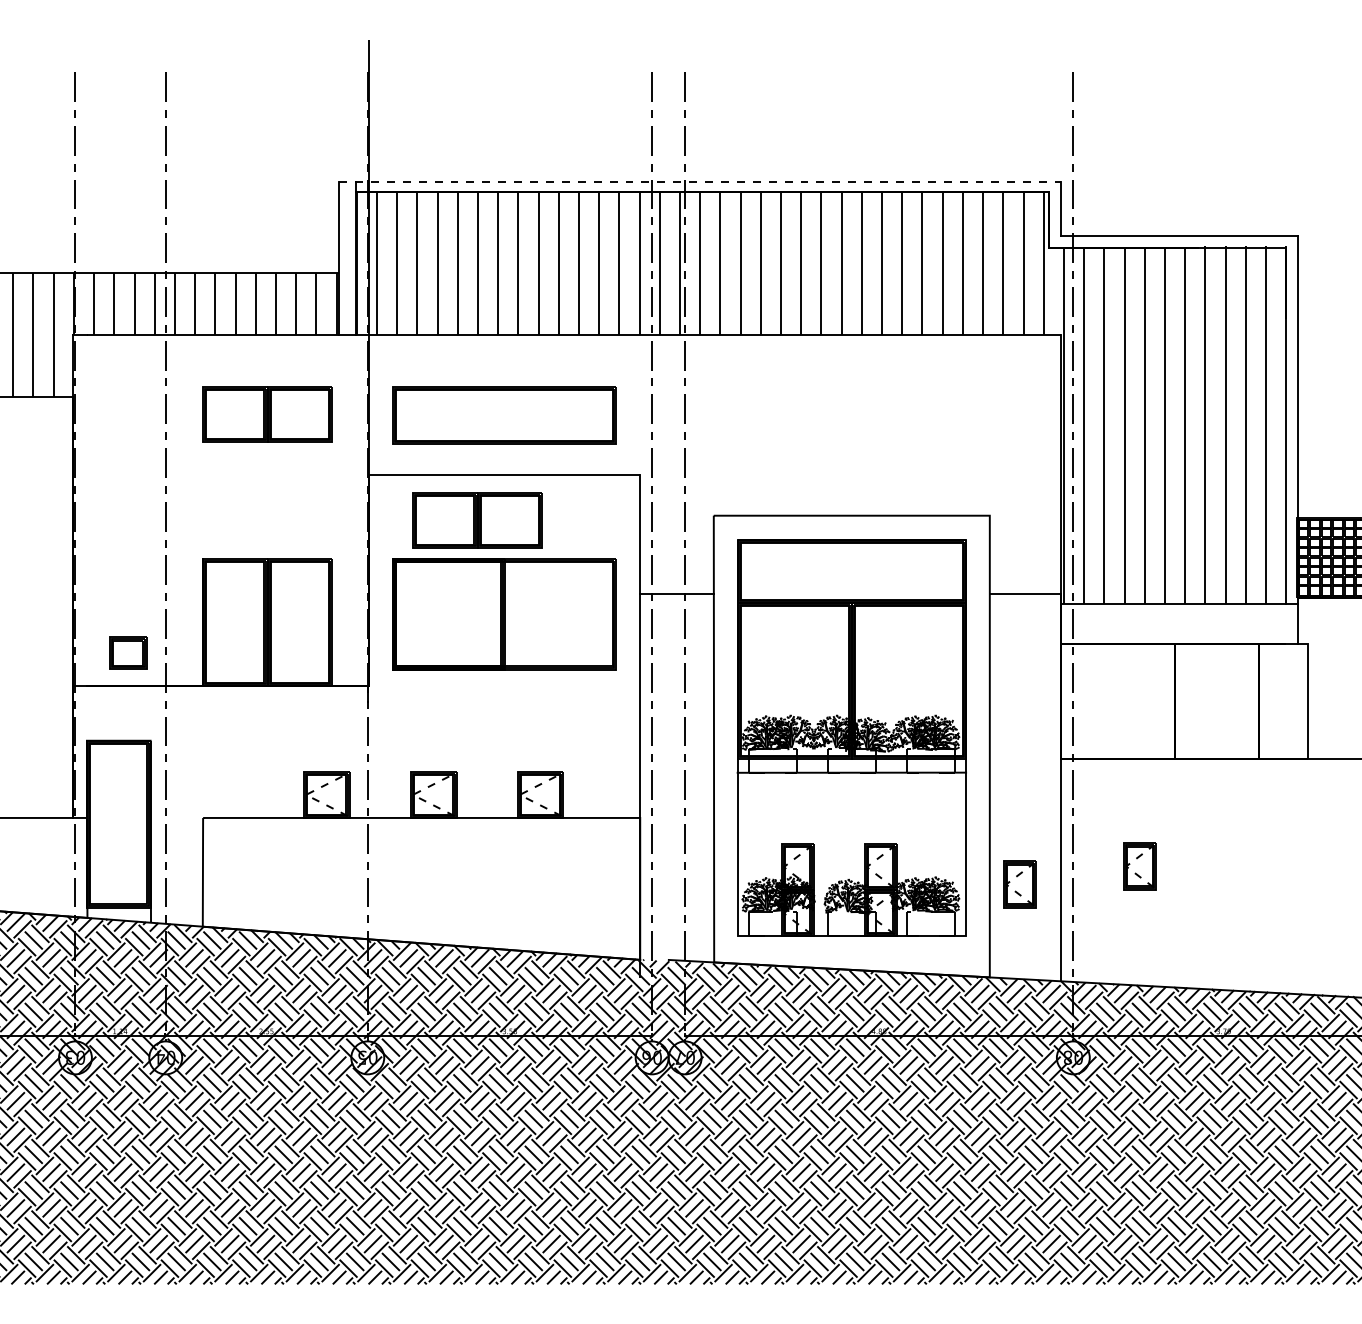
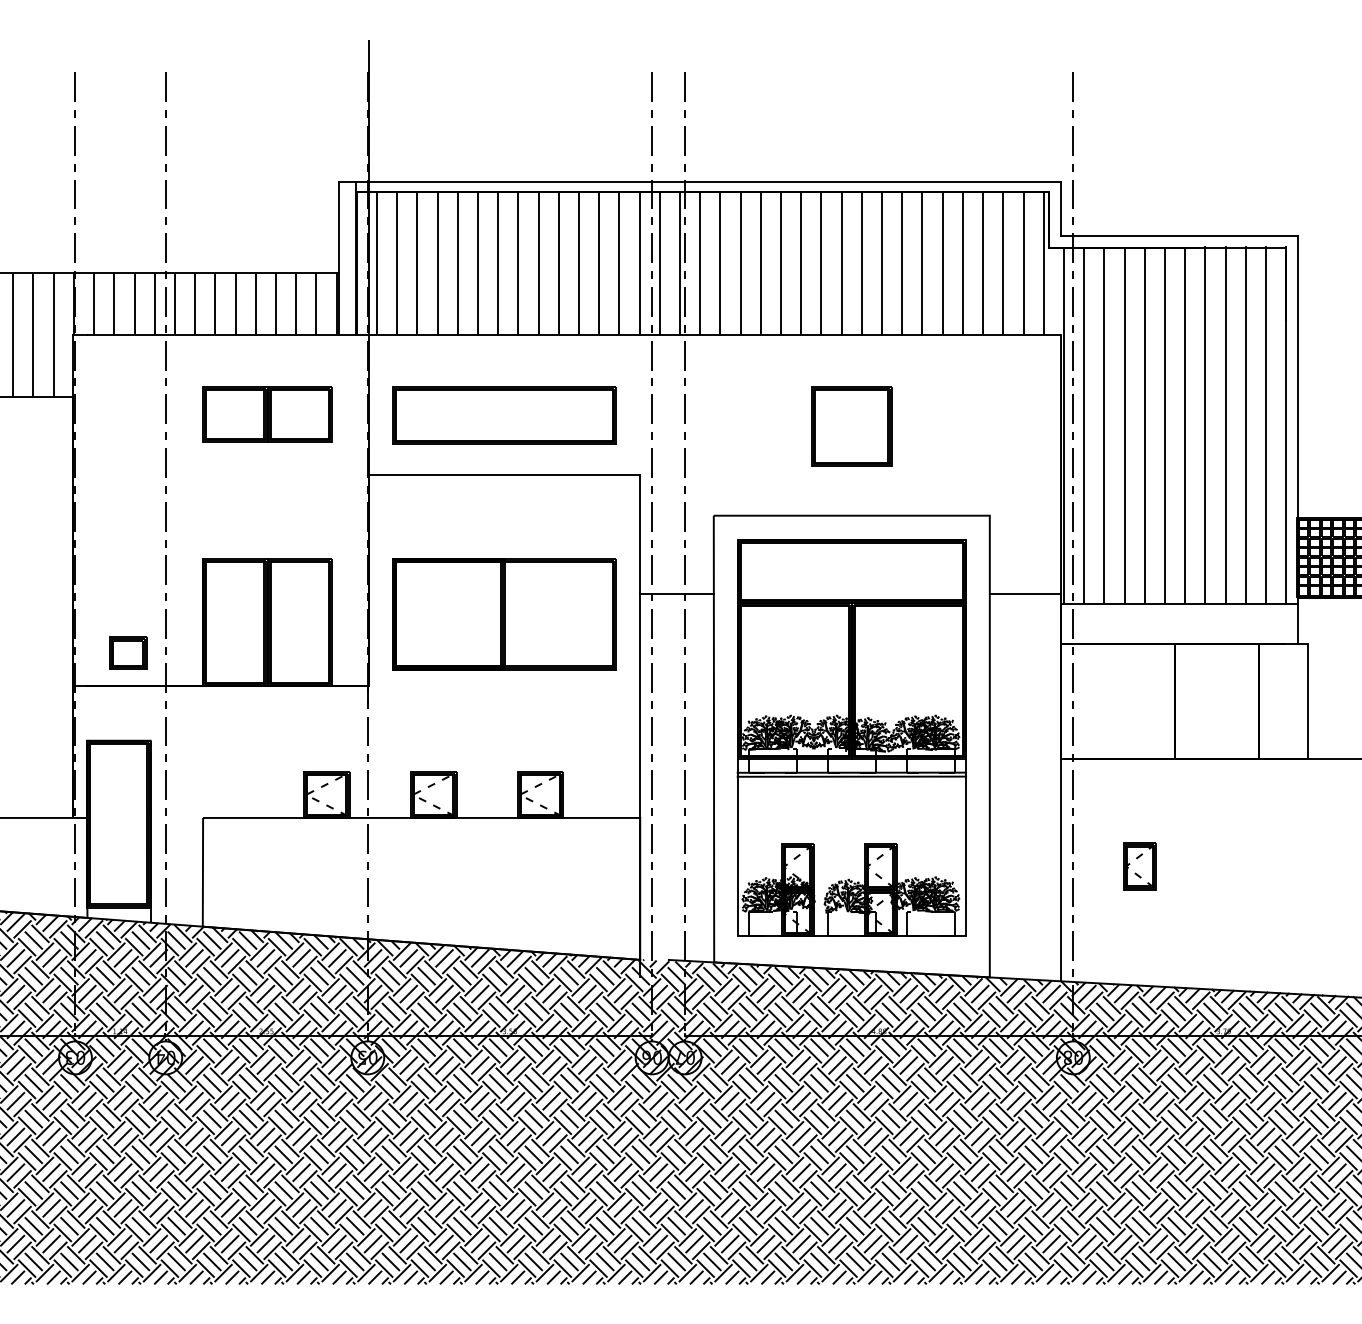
line at (700, 182): dashed -> solid
part at (851, 426): none -> present
part at (477, 520): present -> none
line at (851, 776): none -> present
part at (1019, 884): present -> none
